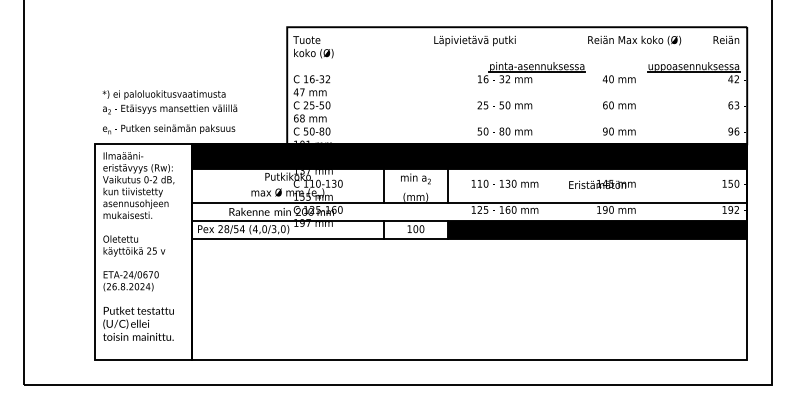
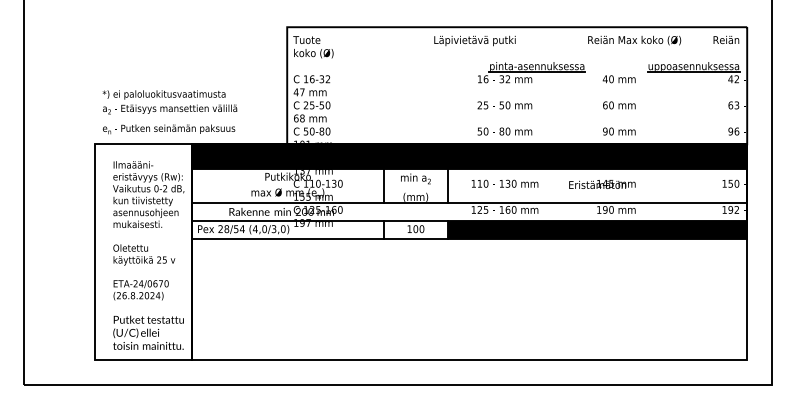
text at (138, 246) position: (138, 246) -> (148, 255)
